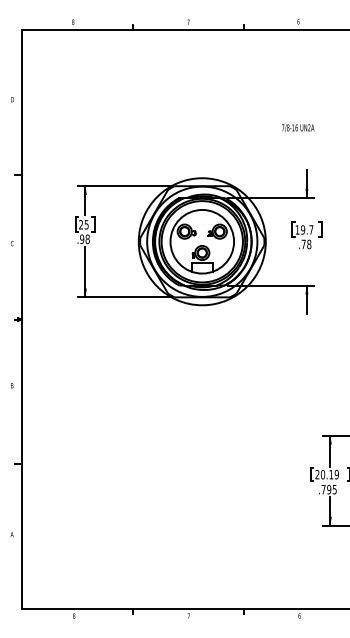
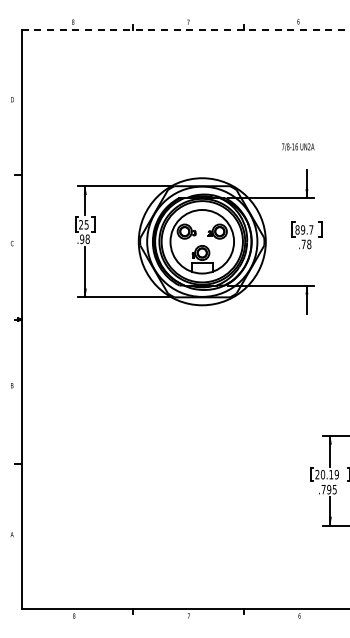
line at (185, 30): solid -> dashed
text at (298, 127) position: (298, 127) -> (298, 146)
text at (297, 229): 19.7 -> 89.7
